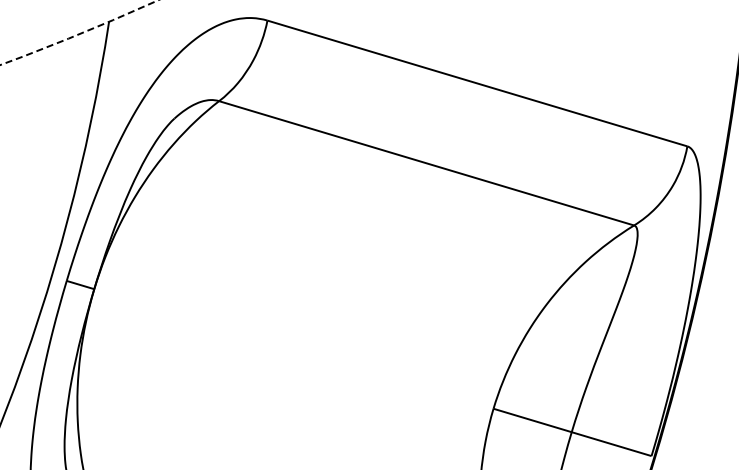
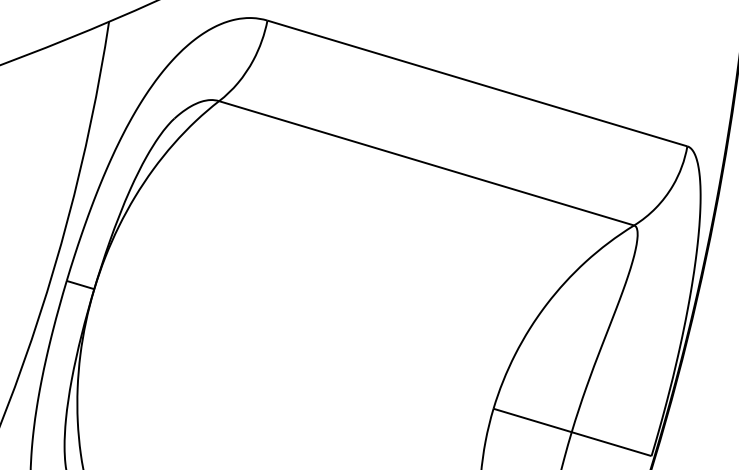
arc at (80, 33): dashed -> solid
